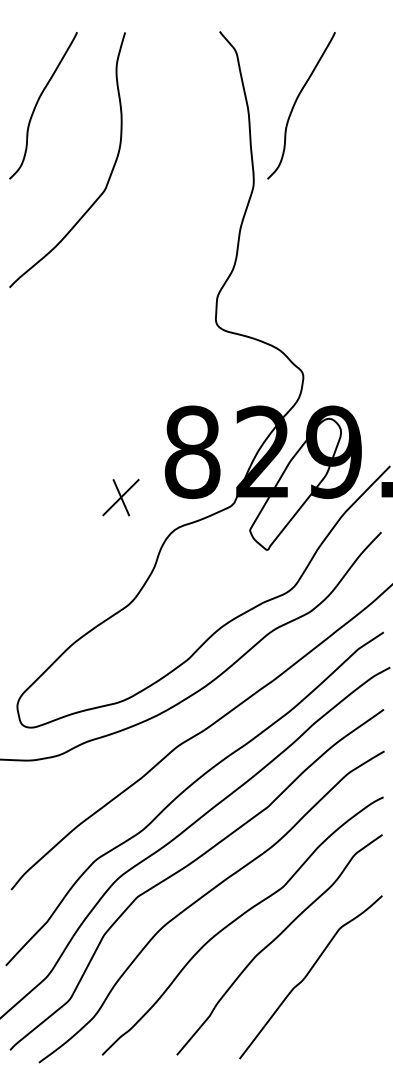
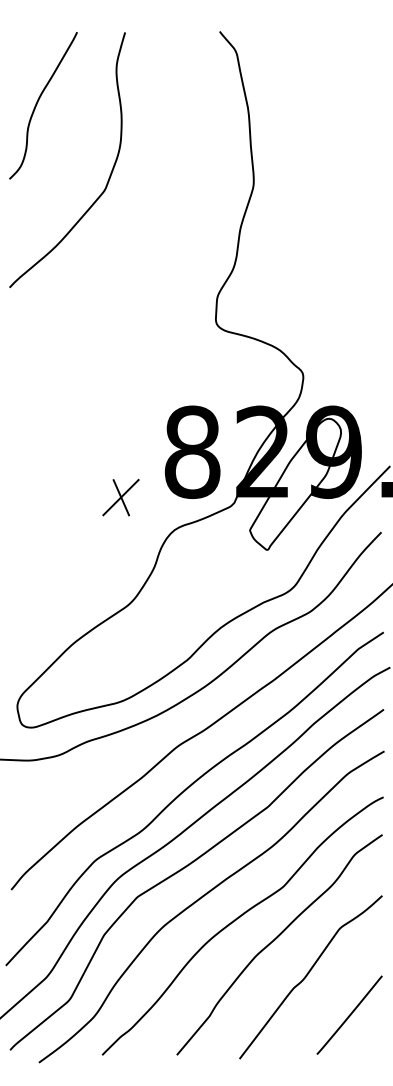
curve at (296, 102): present -> none
line at (349, 1014): none -> present
